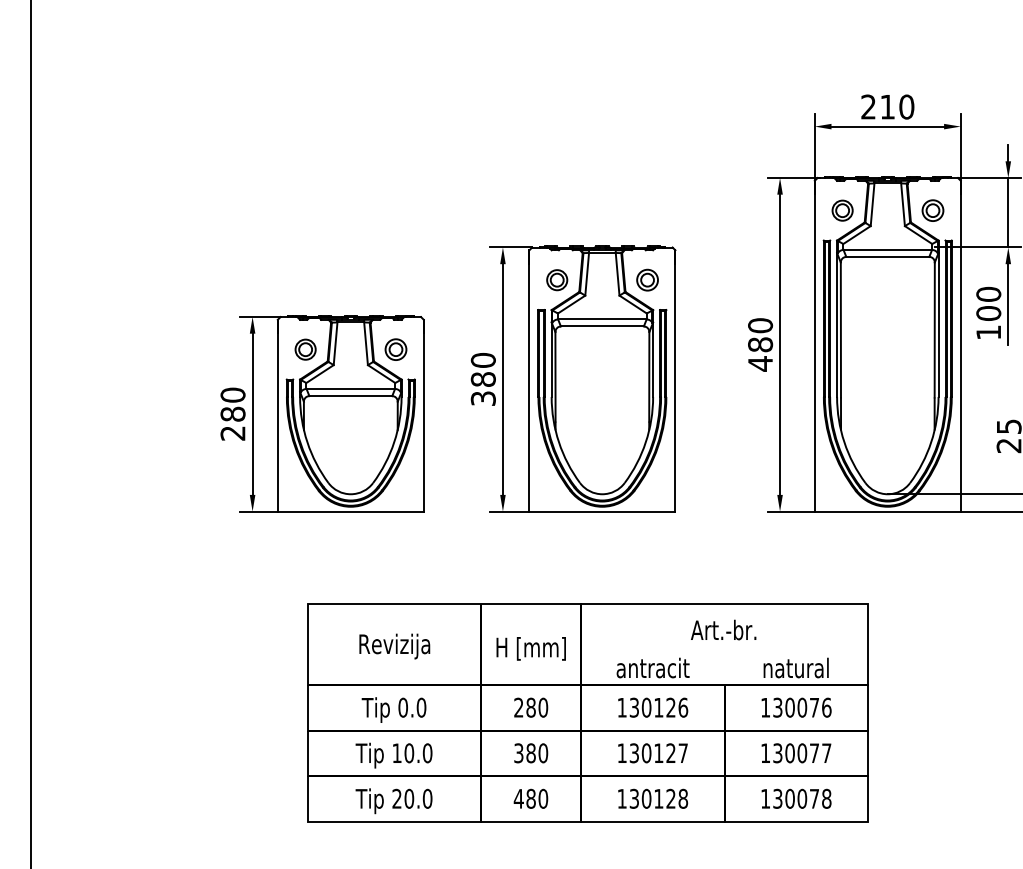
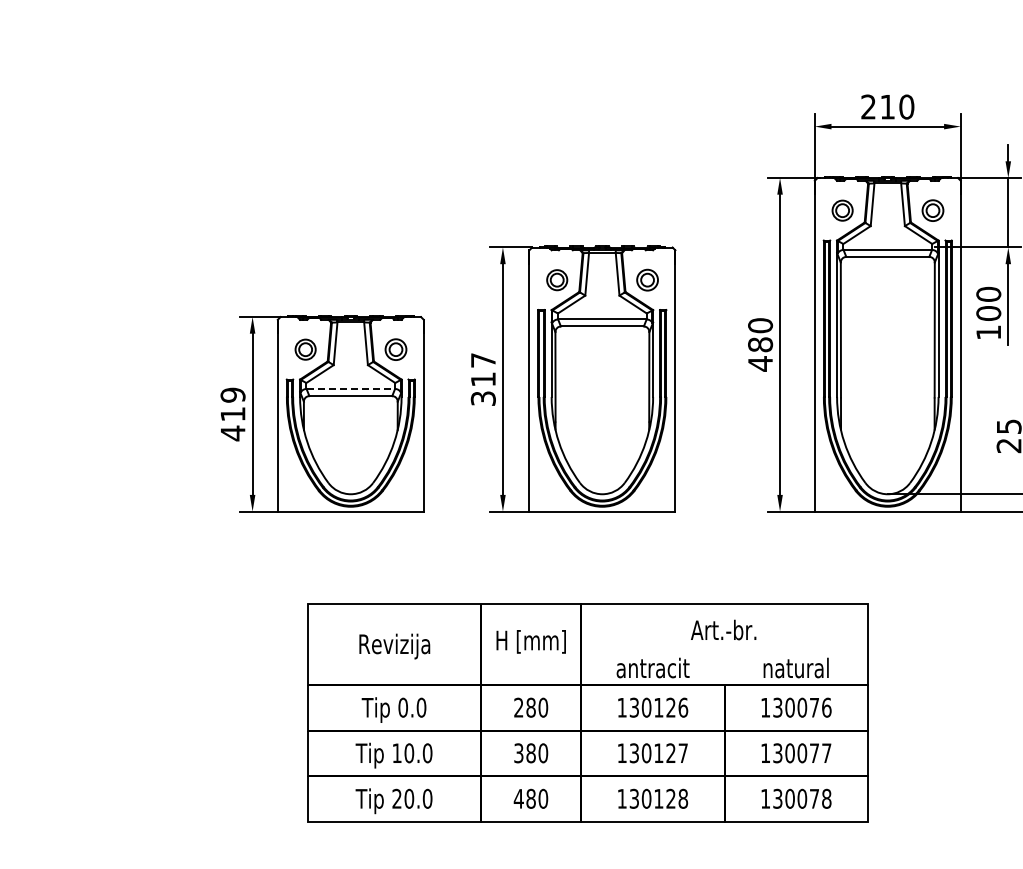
text at (482, 369): 380 -> 317
line at (351, 388): solid -> dashed
text at (232, 414): 280 -> 419
line at (30, 433): present -> none
text at (530, 648) position: (530, 648) -> (530, 641)
